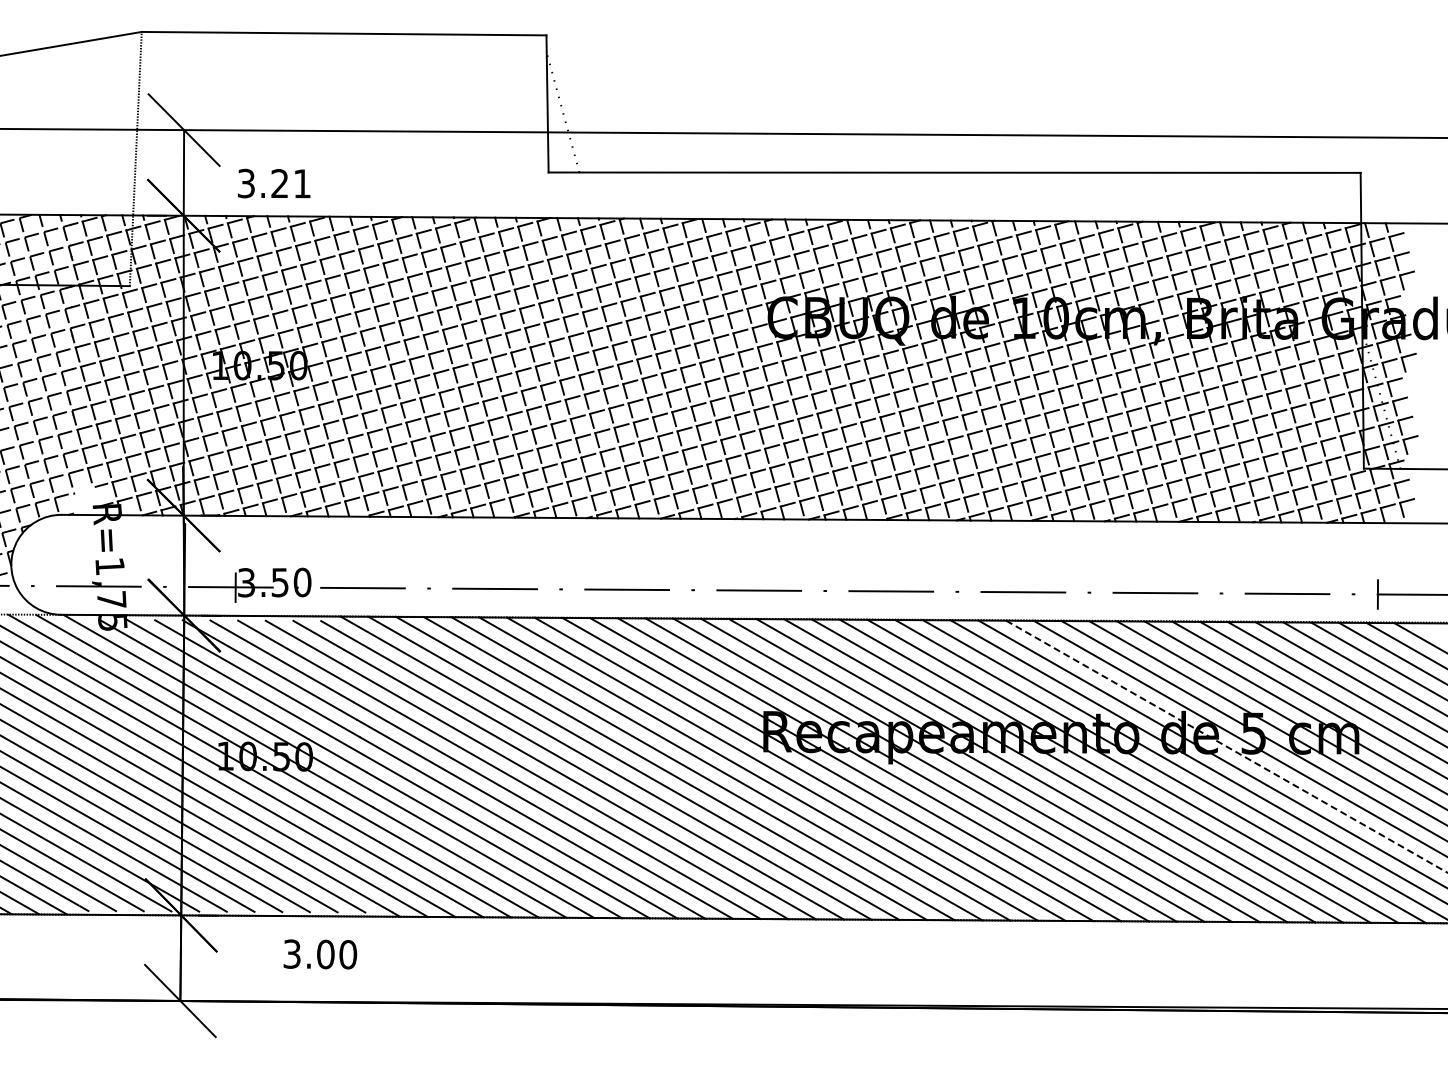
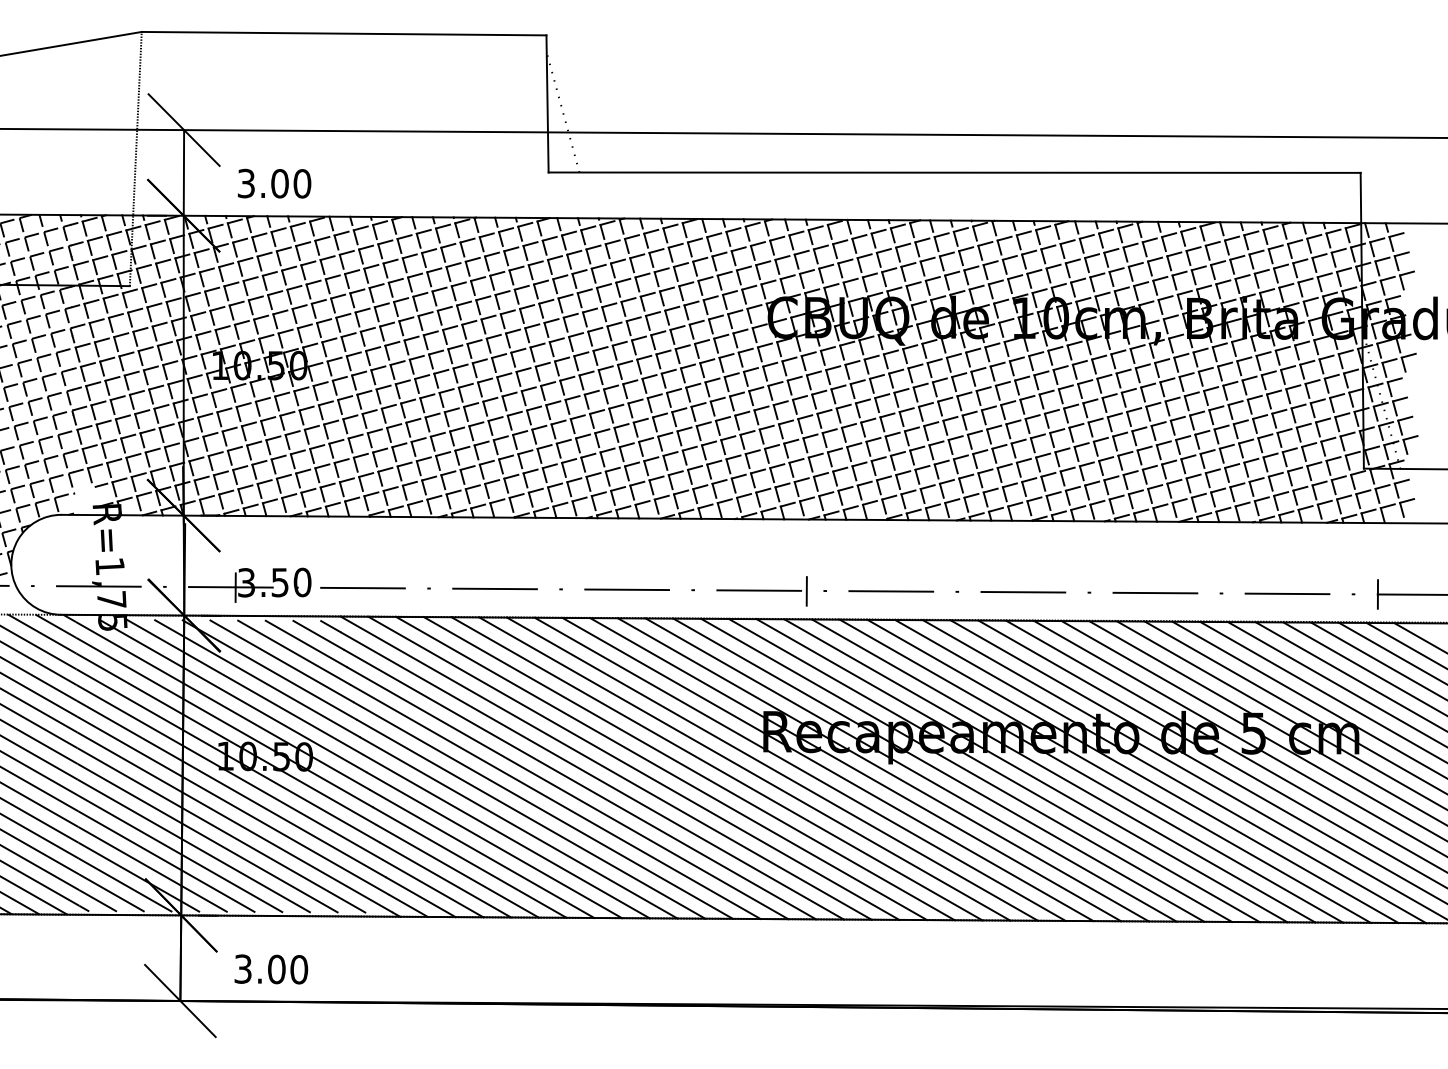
text at (291, 183): 3.21 -> 3.00
line at (806, 591): none -> present
line at (1227, 747): dashed -> solid
text at (320, 954) position: (320, 954) -> (271, 969)
